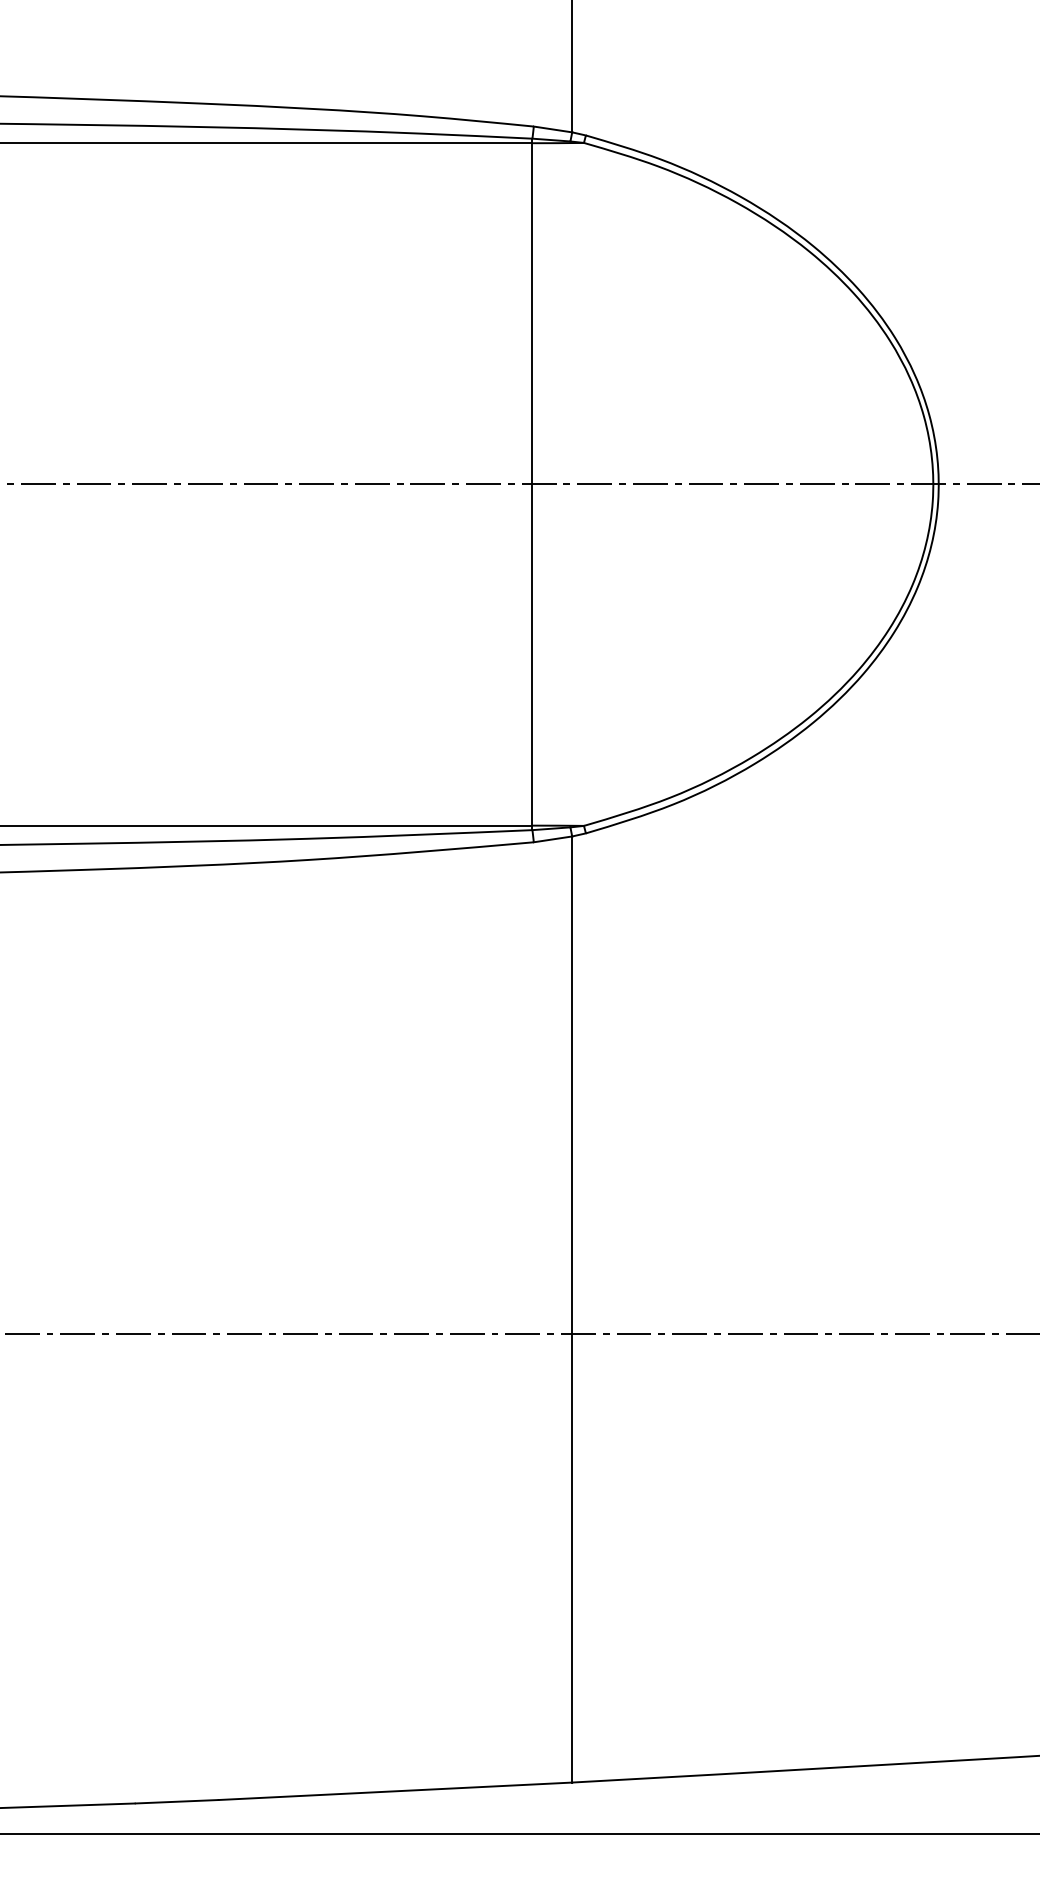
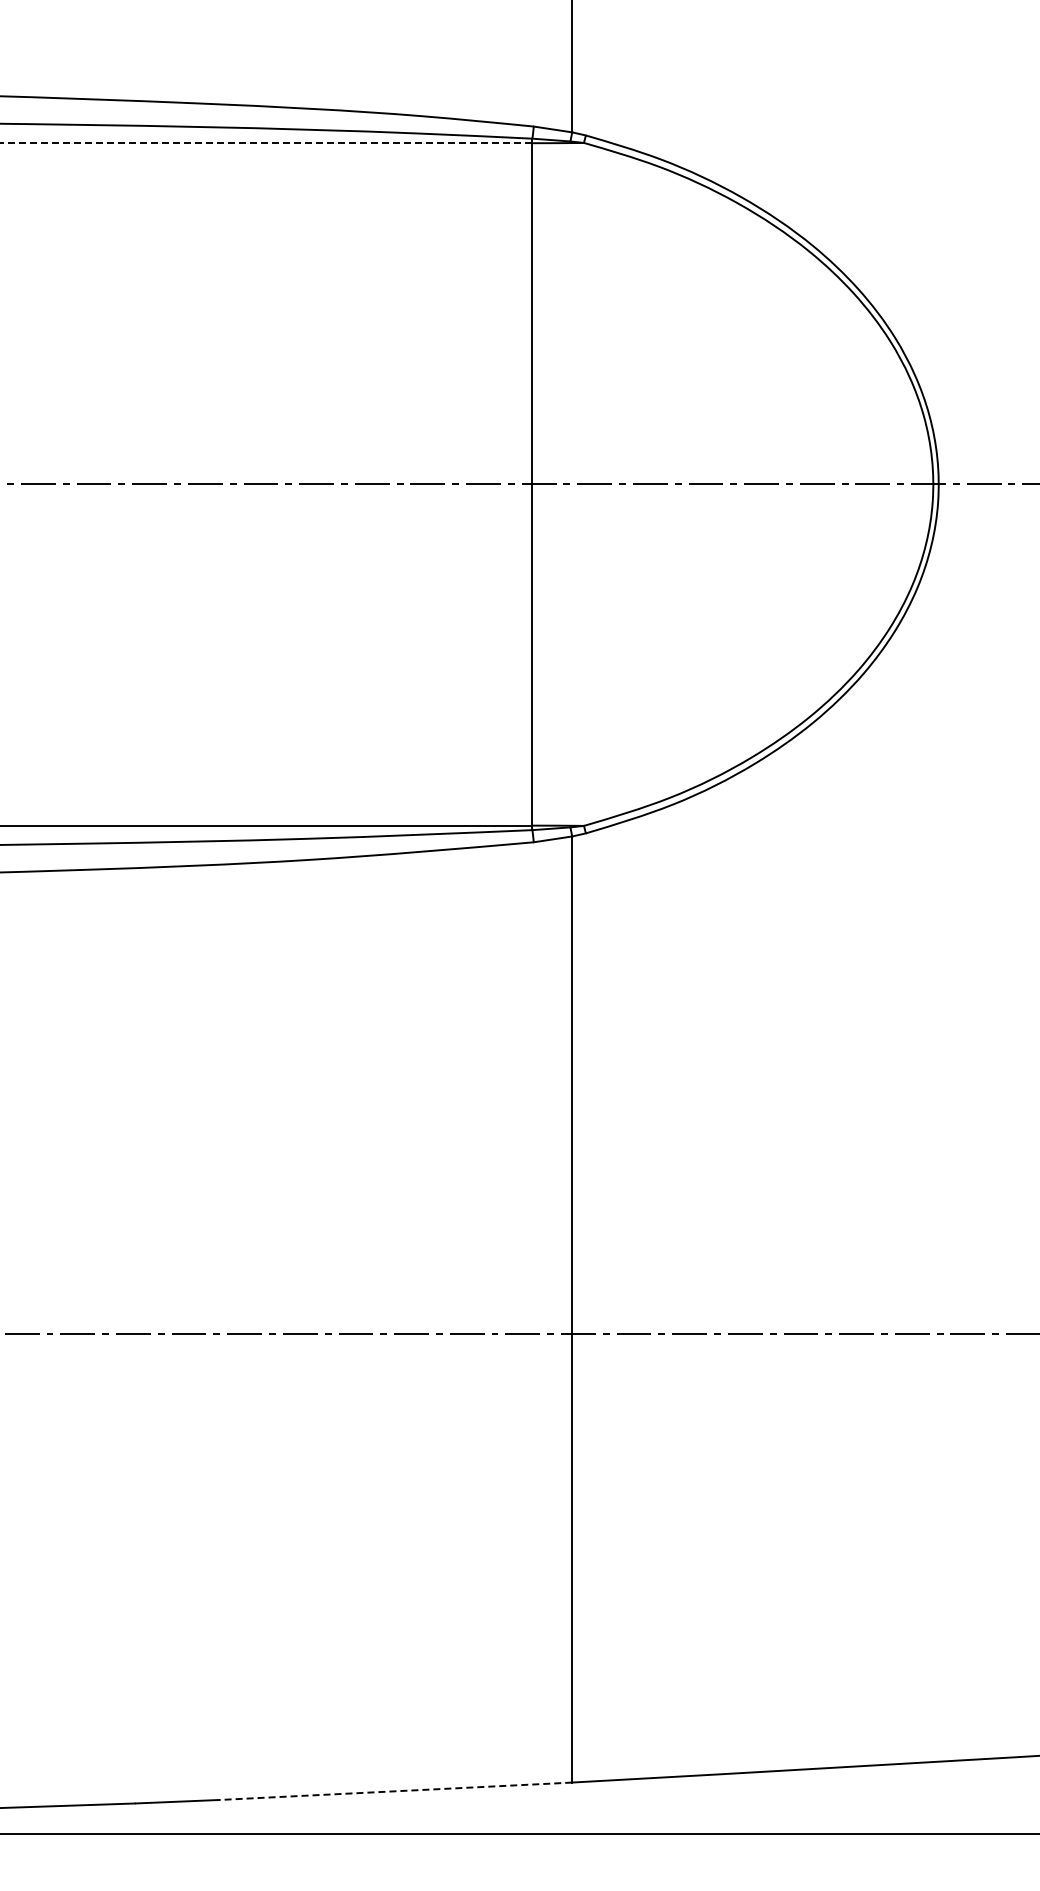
line at (266, 143): solid -> dashed
line at (394, 1791): solid -> dashed
